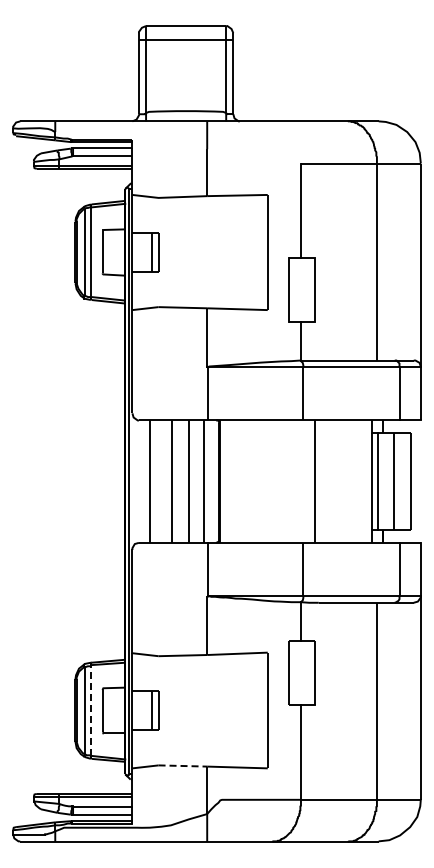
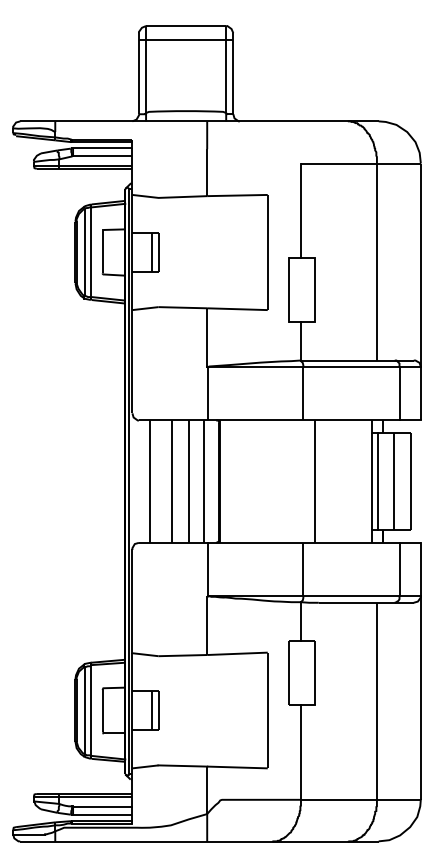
line at (91, 710): dashed -> solid
line at (183, 766): dashed -> solid
